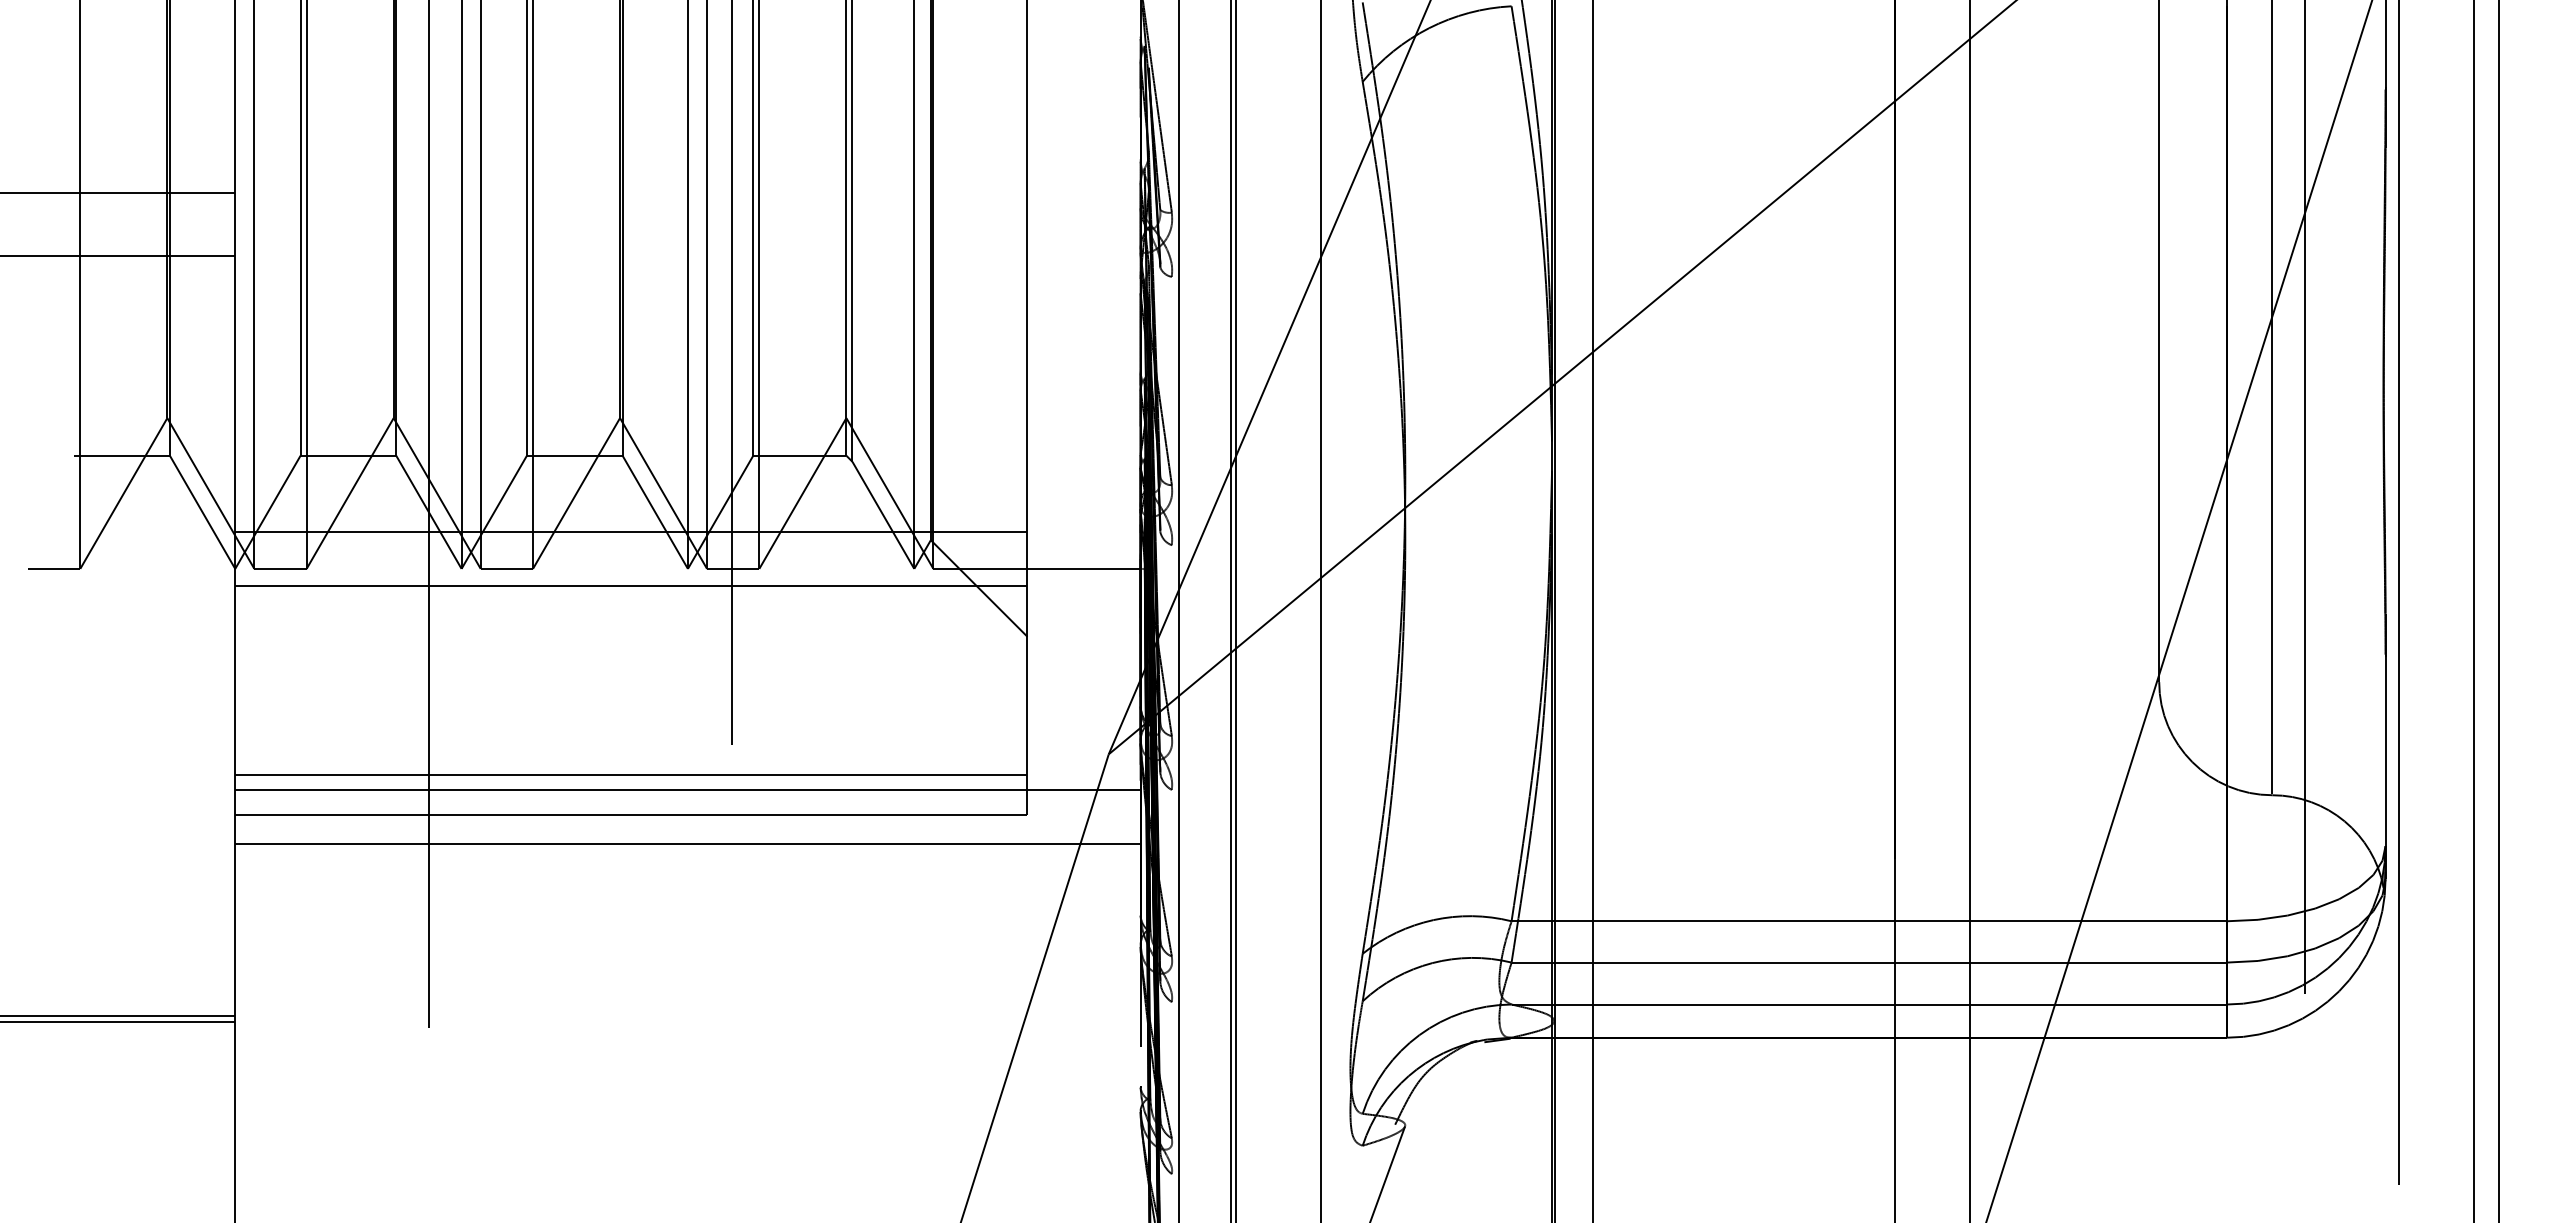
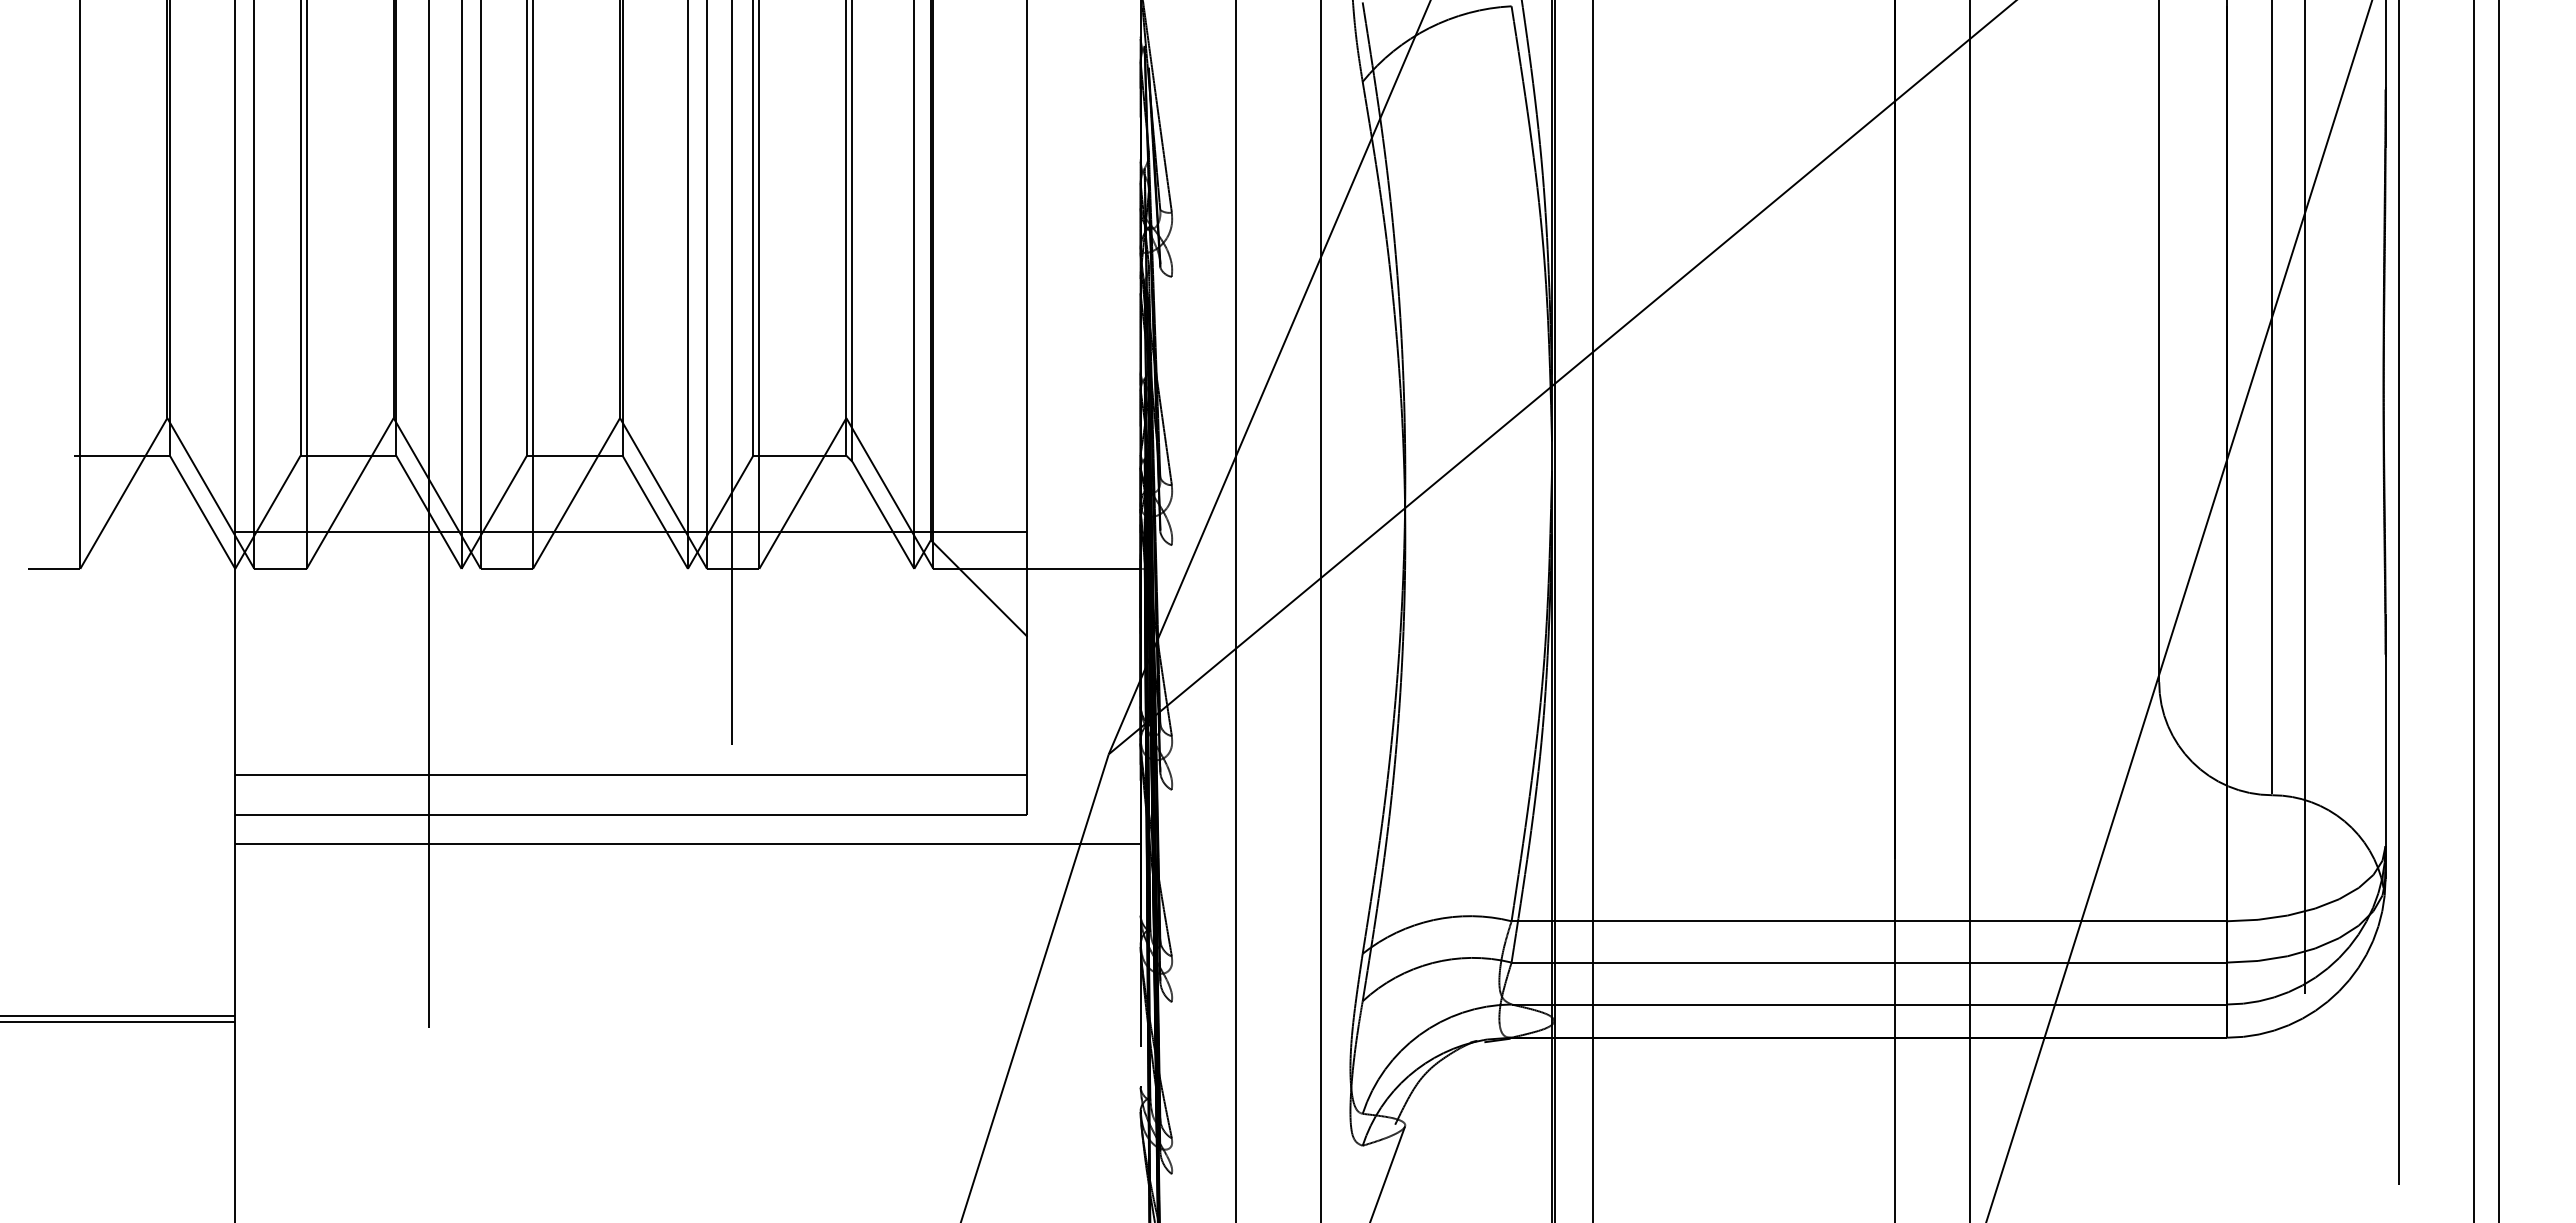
line at (118, 192): present -> none
line at (118, 256): present -> none
line at (631, 585): present -> none
line at (1179, 610): present -> none
line at (1231, 610): present -> none
line at (687, 790): present -> none
